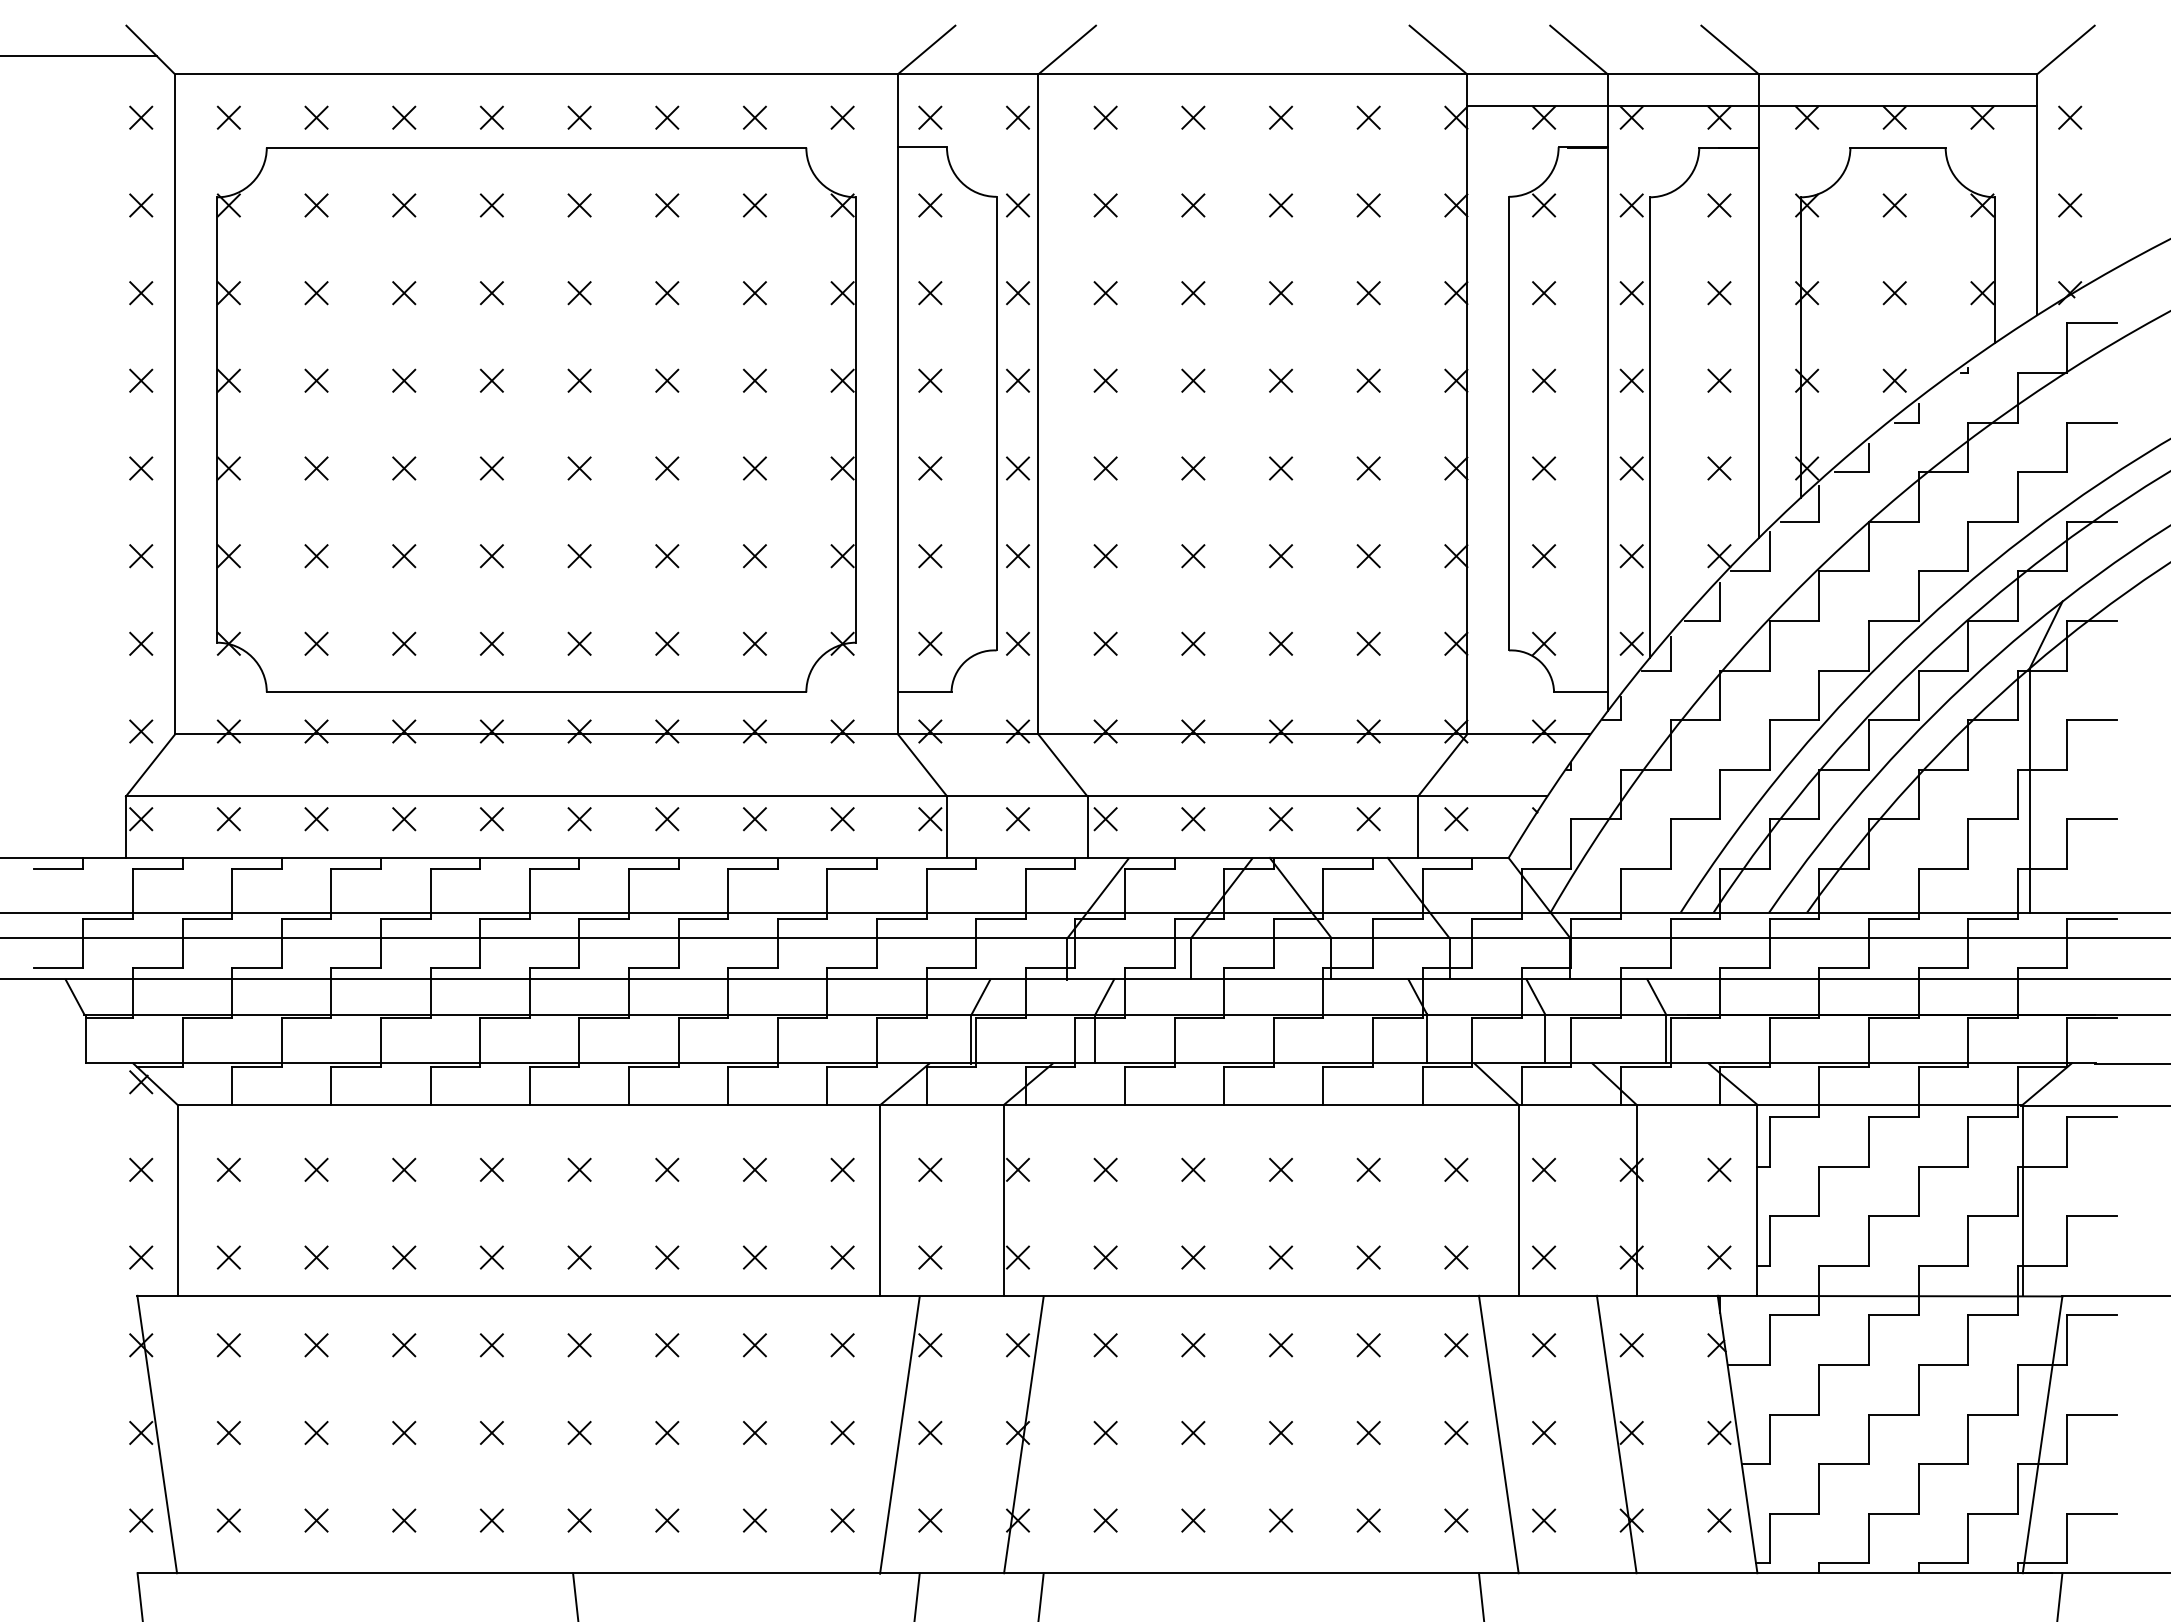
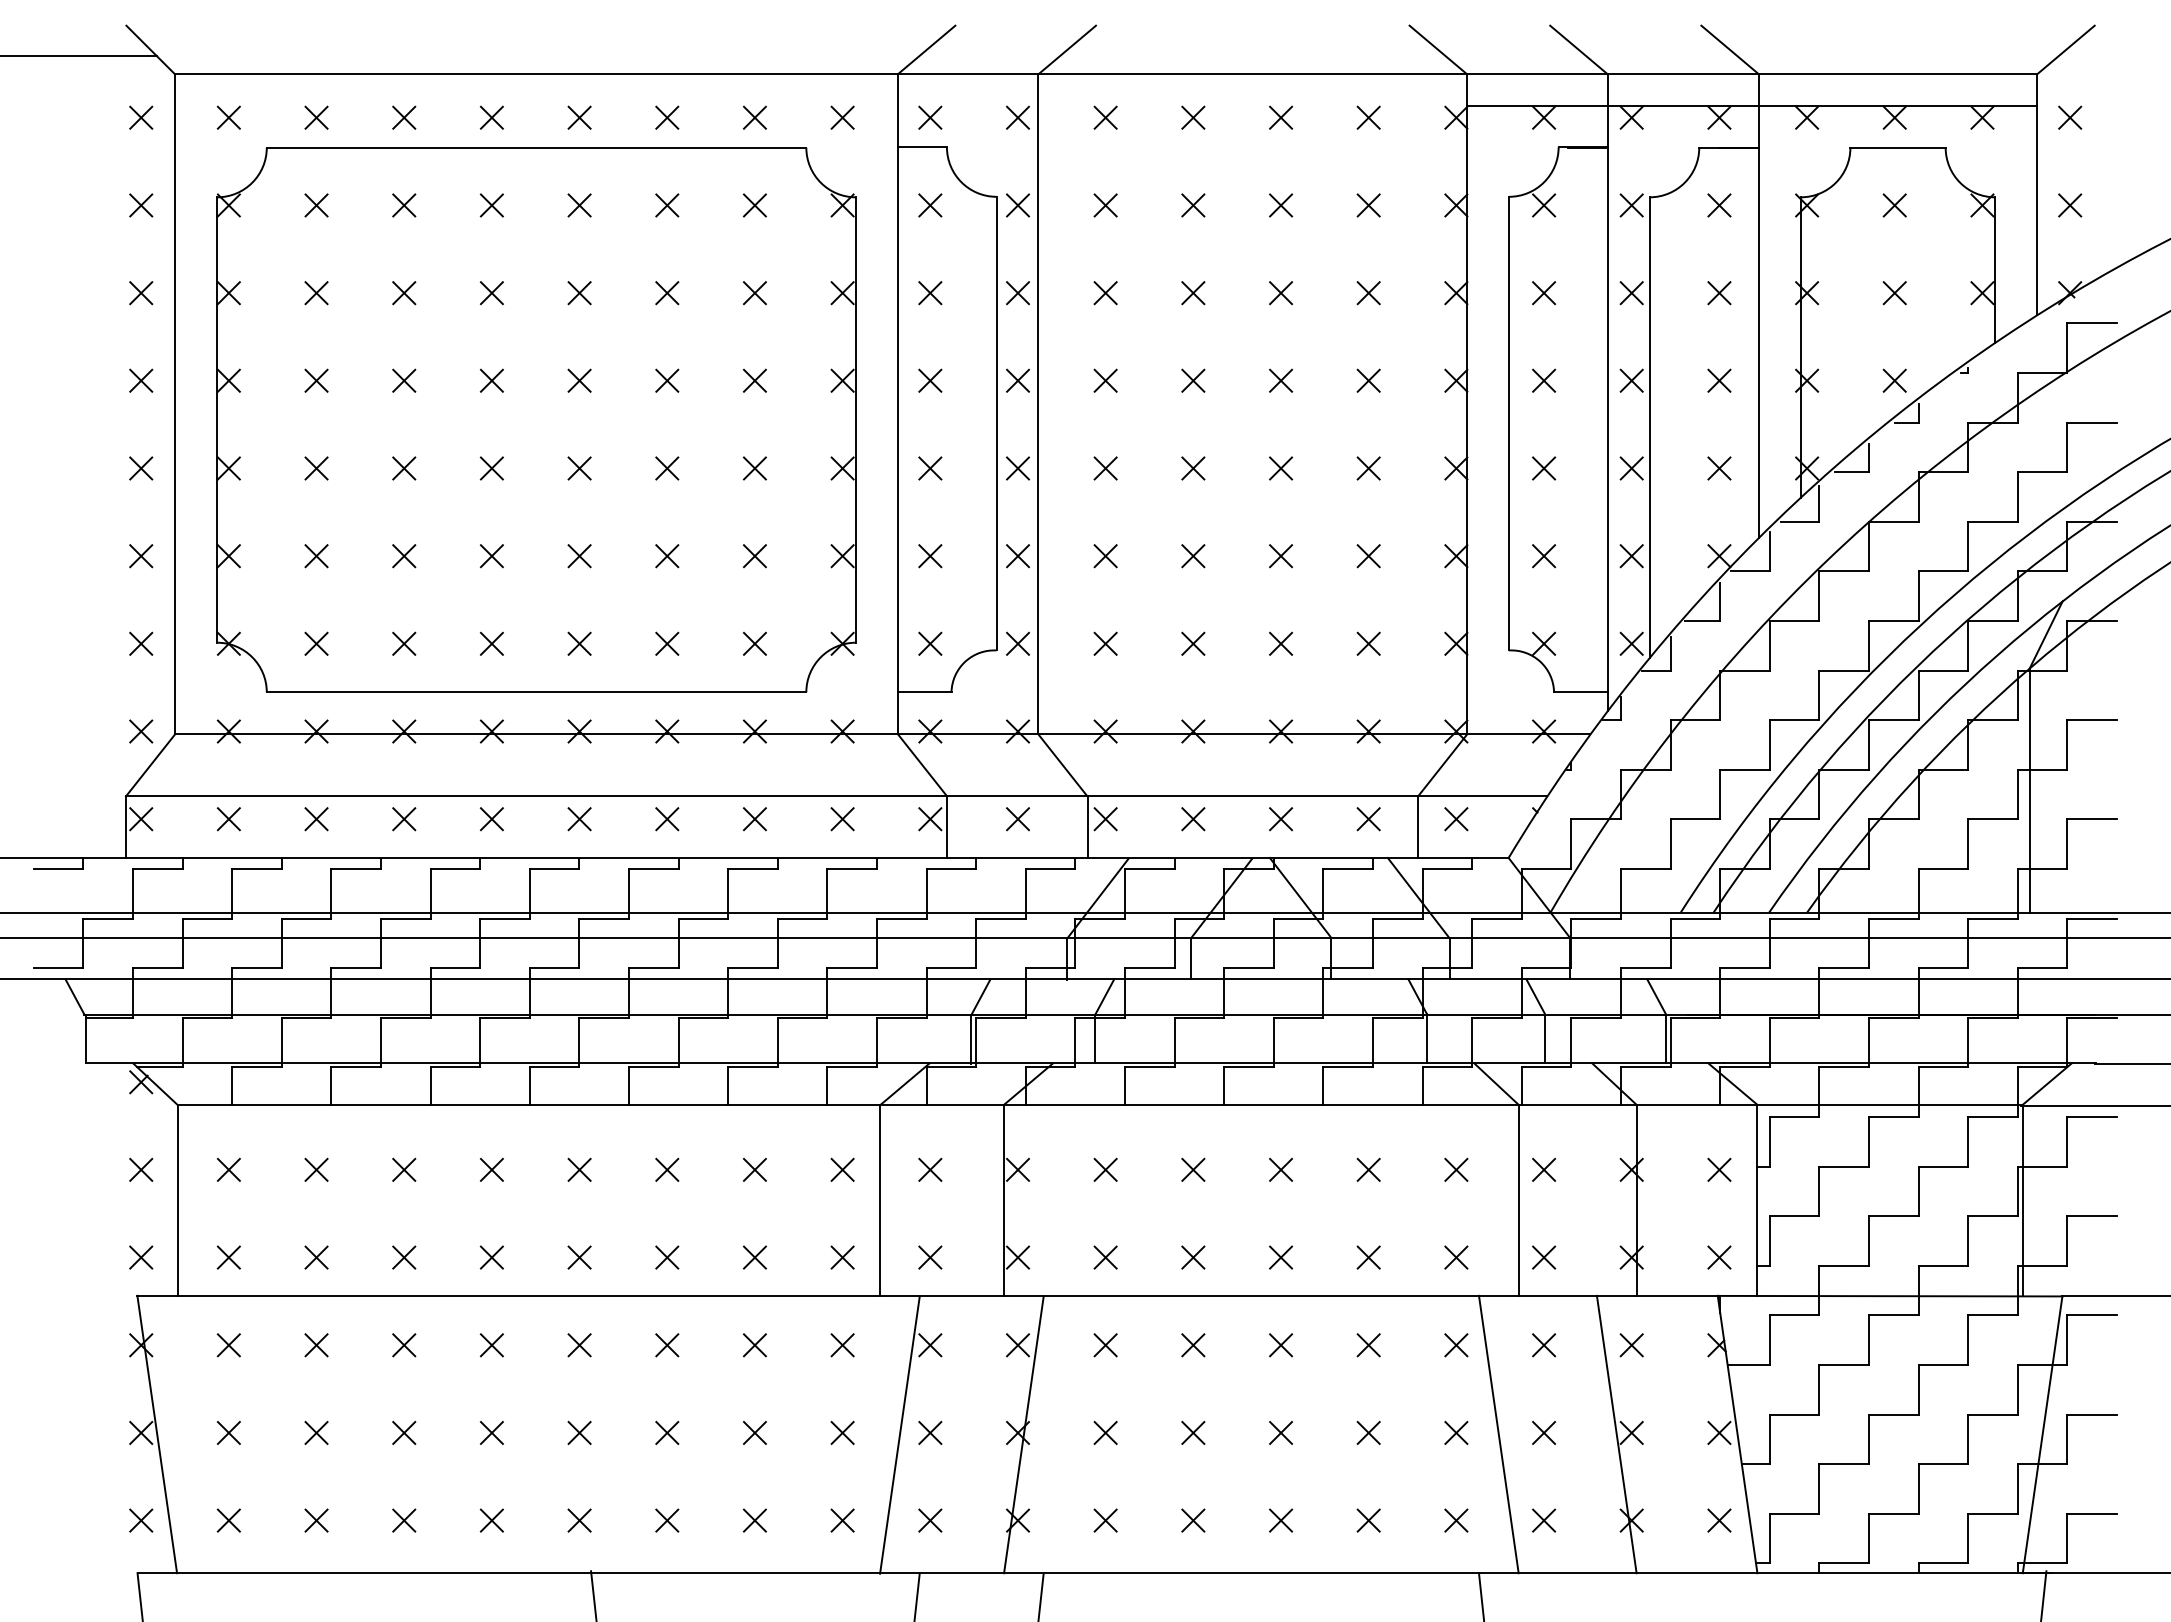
line at (575, 1595) position: (575, 1595) -> (593, 1594)
line at (2059, 1595) position: (2059, 1595) -> (2043, 1594)
